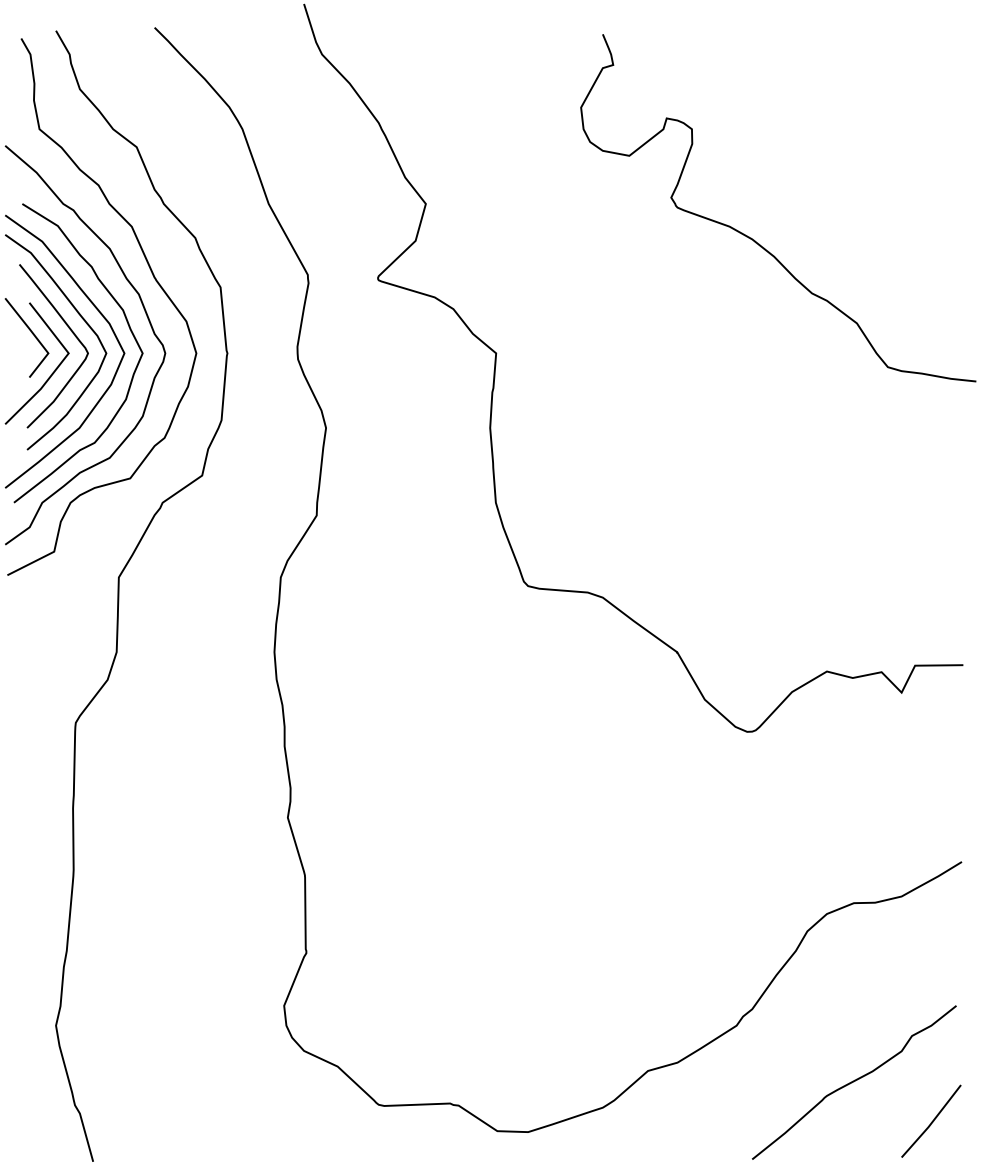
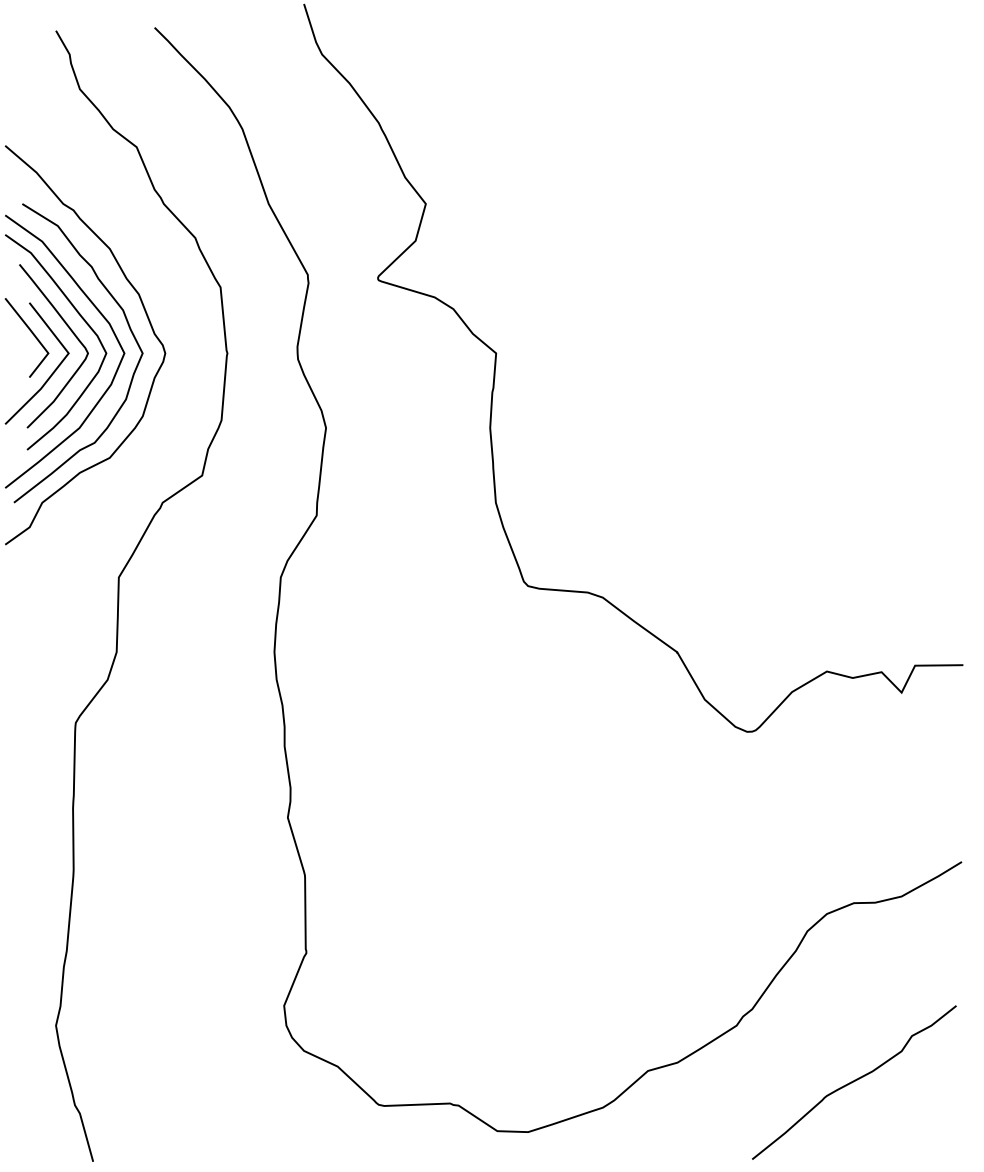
curve at (754, 239): present -> none
curve at (154, 279): present -> none
line at (932, 1120): present -> none
